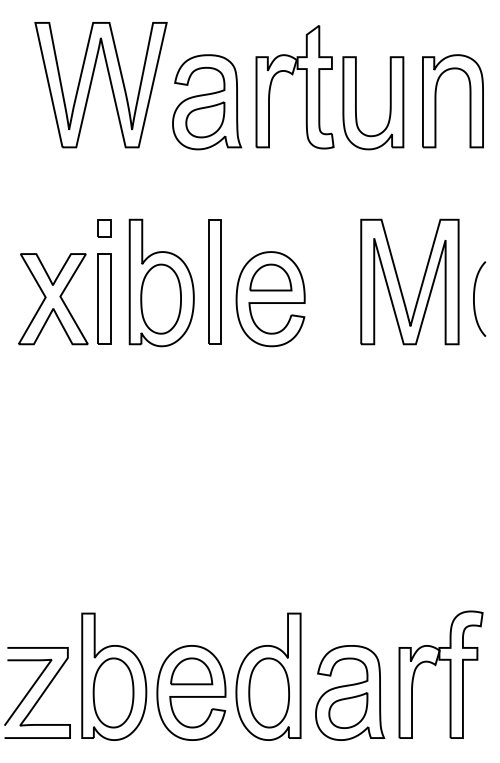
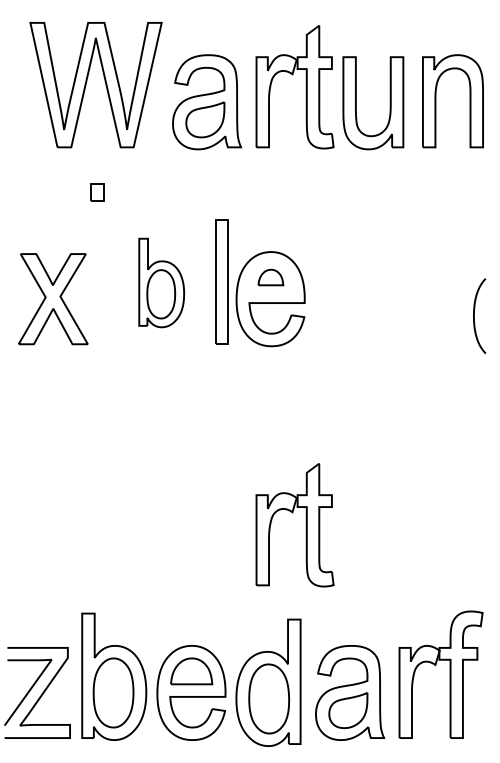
part at (92, 81) position: (92, 81) -> (87, 81)
part at (104, 228) position: (104, 228) -> (97, 192)
part at (270, 277) size: 44x29 px -> 28x19 px
part at (214, 281) position: (214, 281) -> (221, 281)
part at (161, 282) size: 67x130 px -> 48x92 px
part at (400, 284): present -> none
part at (104, 298): present -> none
curve at (474, 298) position: (474, 298) -> (474, 315)
part at (305, 525): none -> present
part at (268, 676) position: (268, 676) -> (268, 682)
